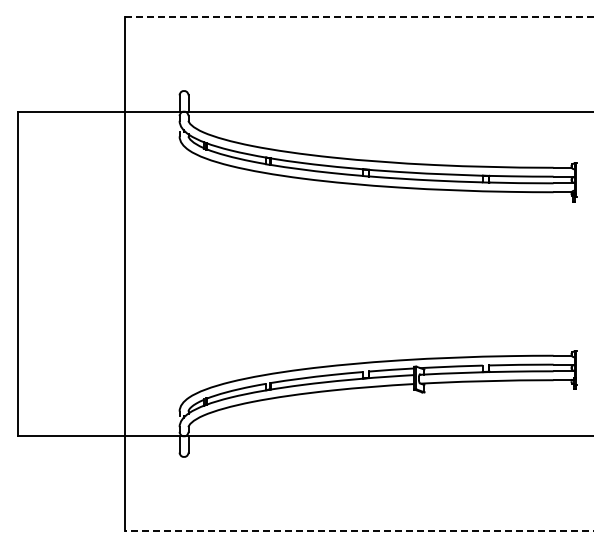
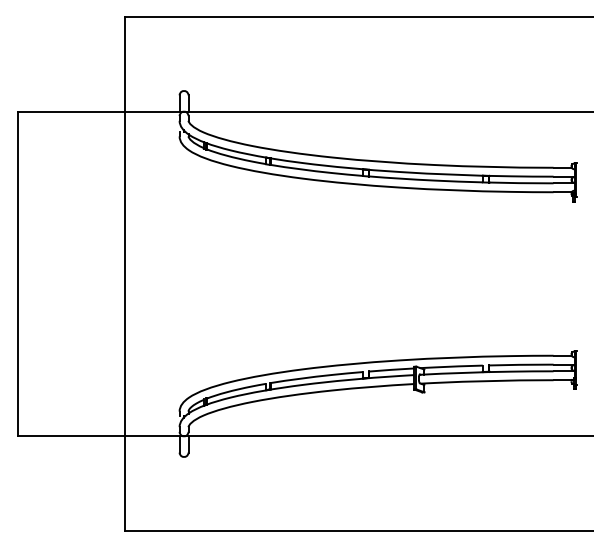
line at (359, 16): dashed -> solid
line at (358, 531): dashed -> solid
